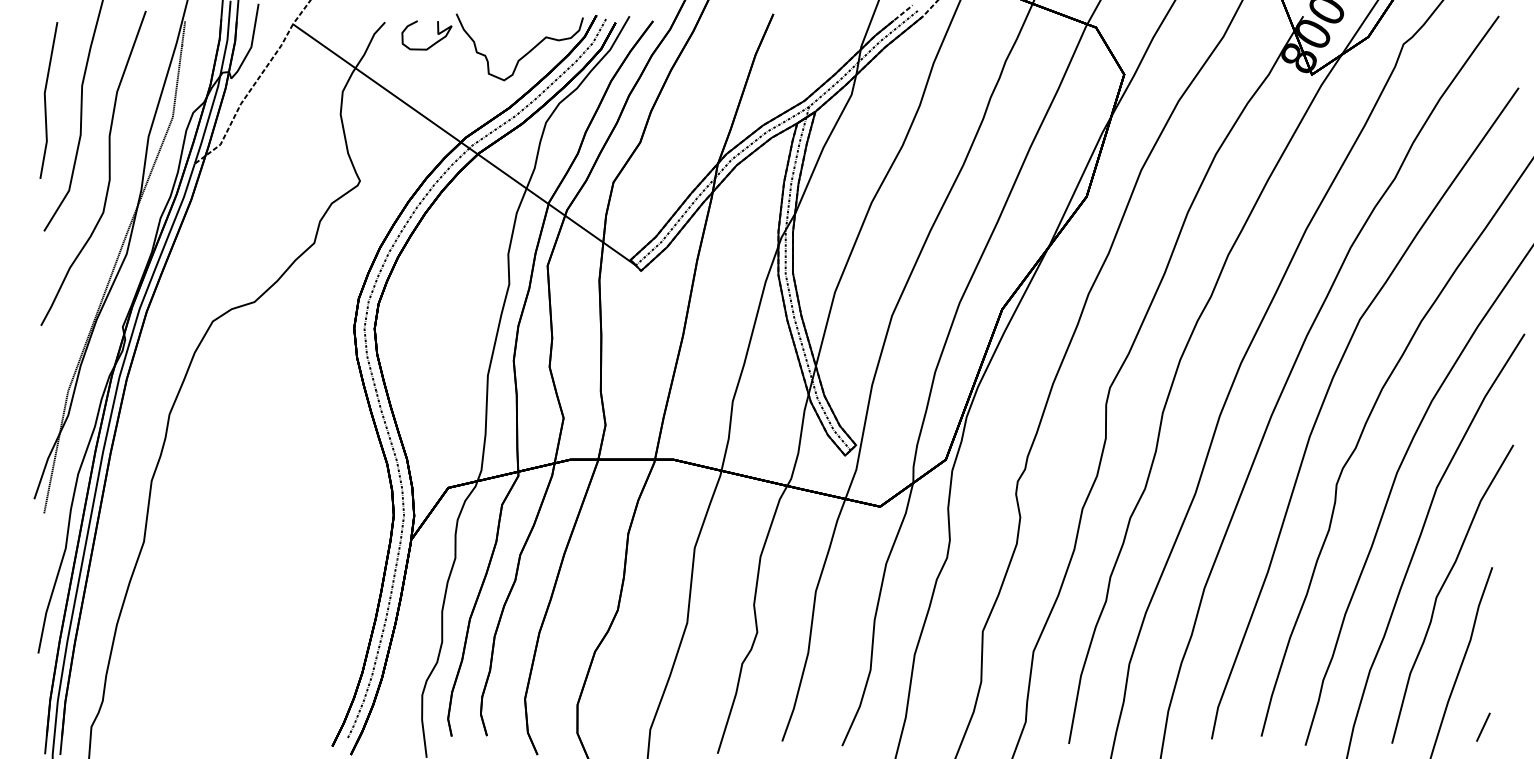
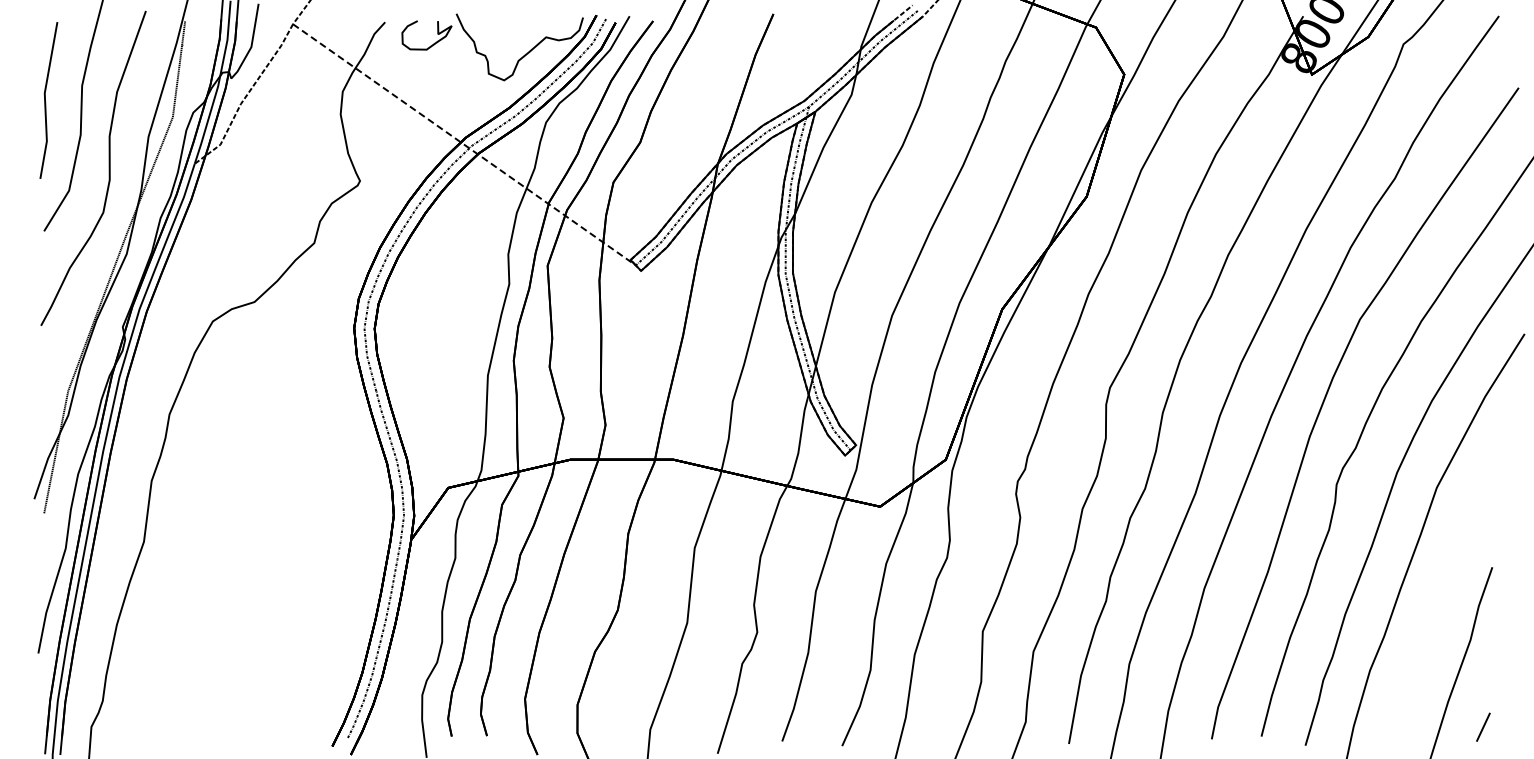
line at (464, 144): solid -> dashed
curve at (1442, 588): present -> none
